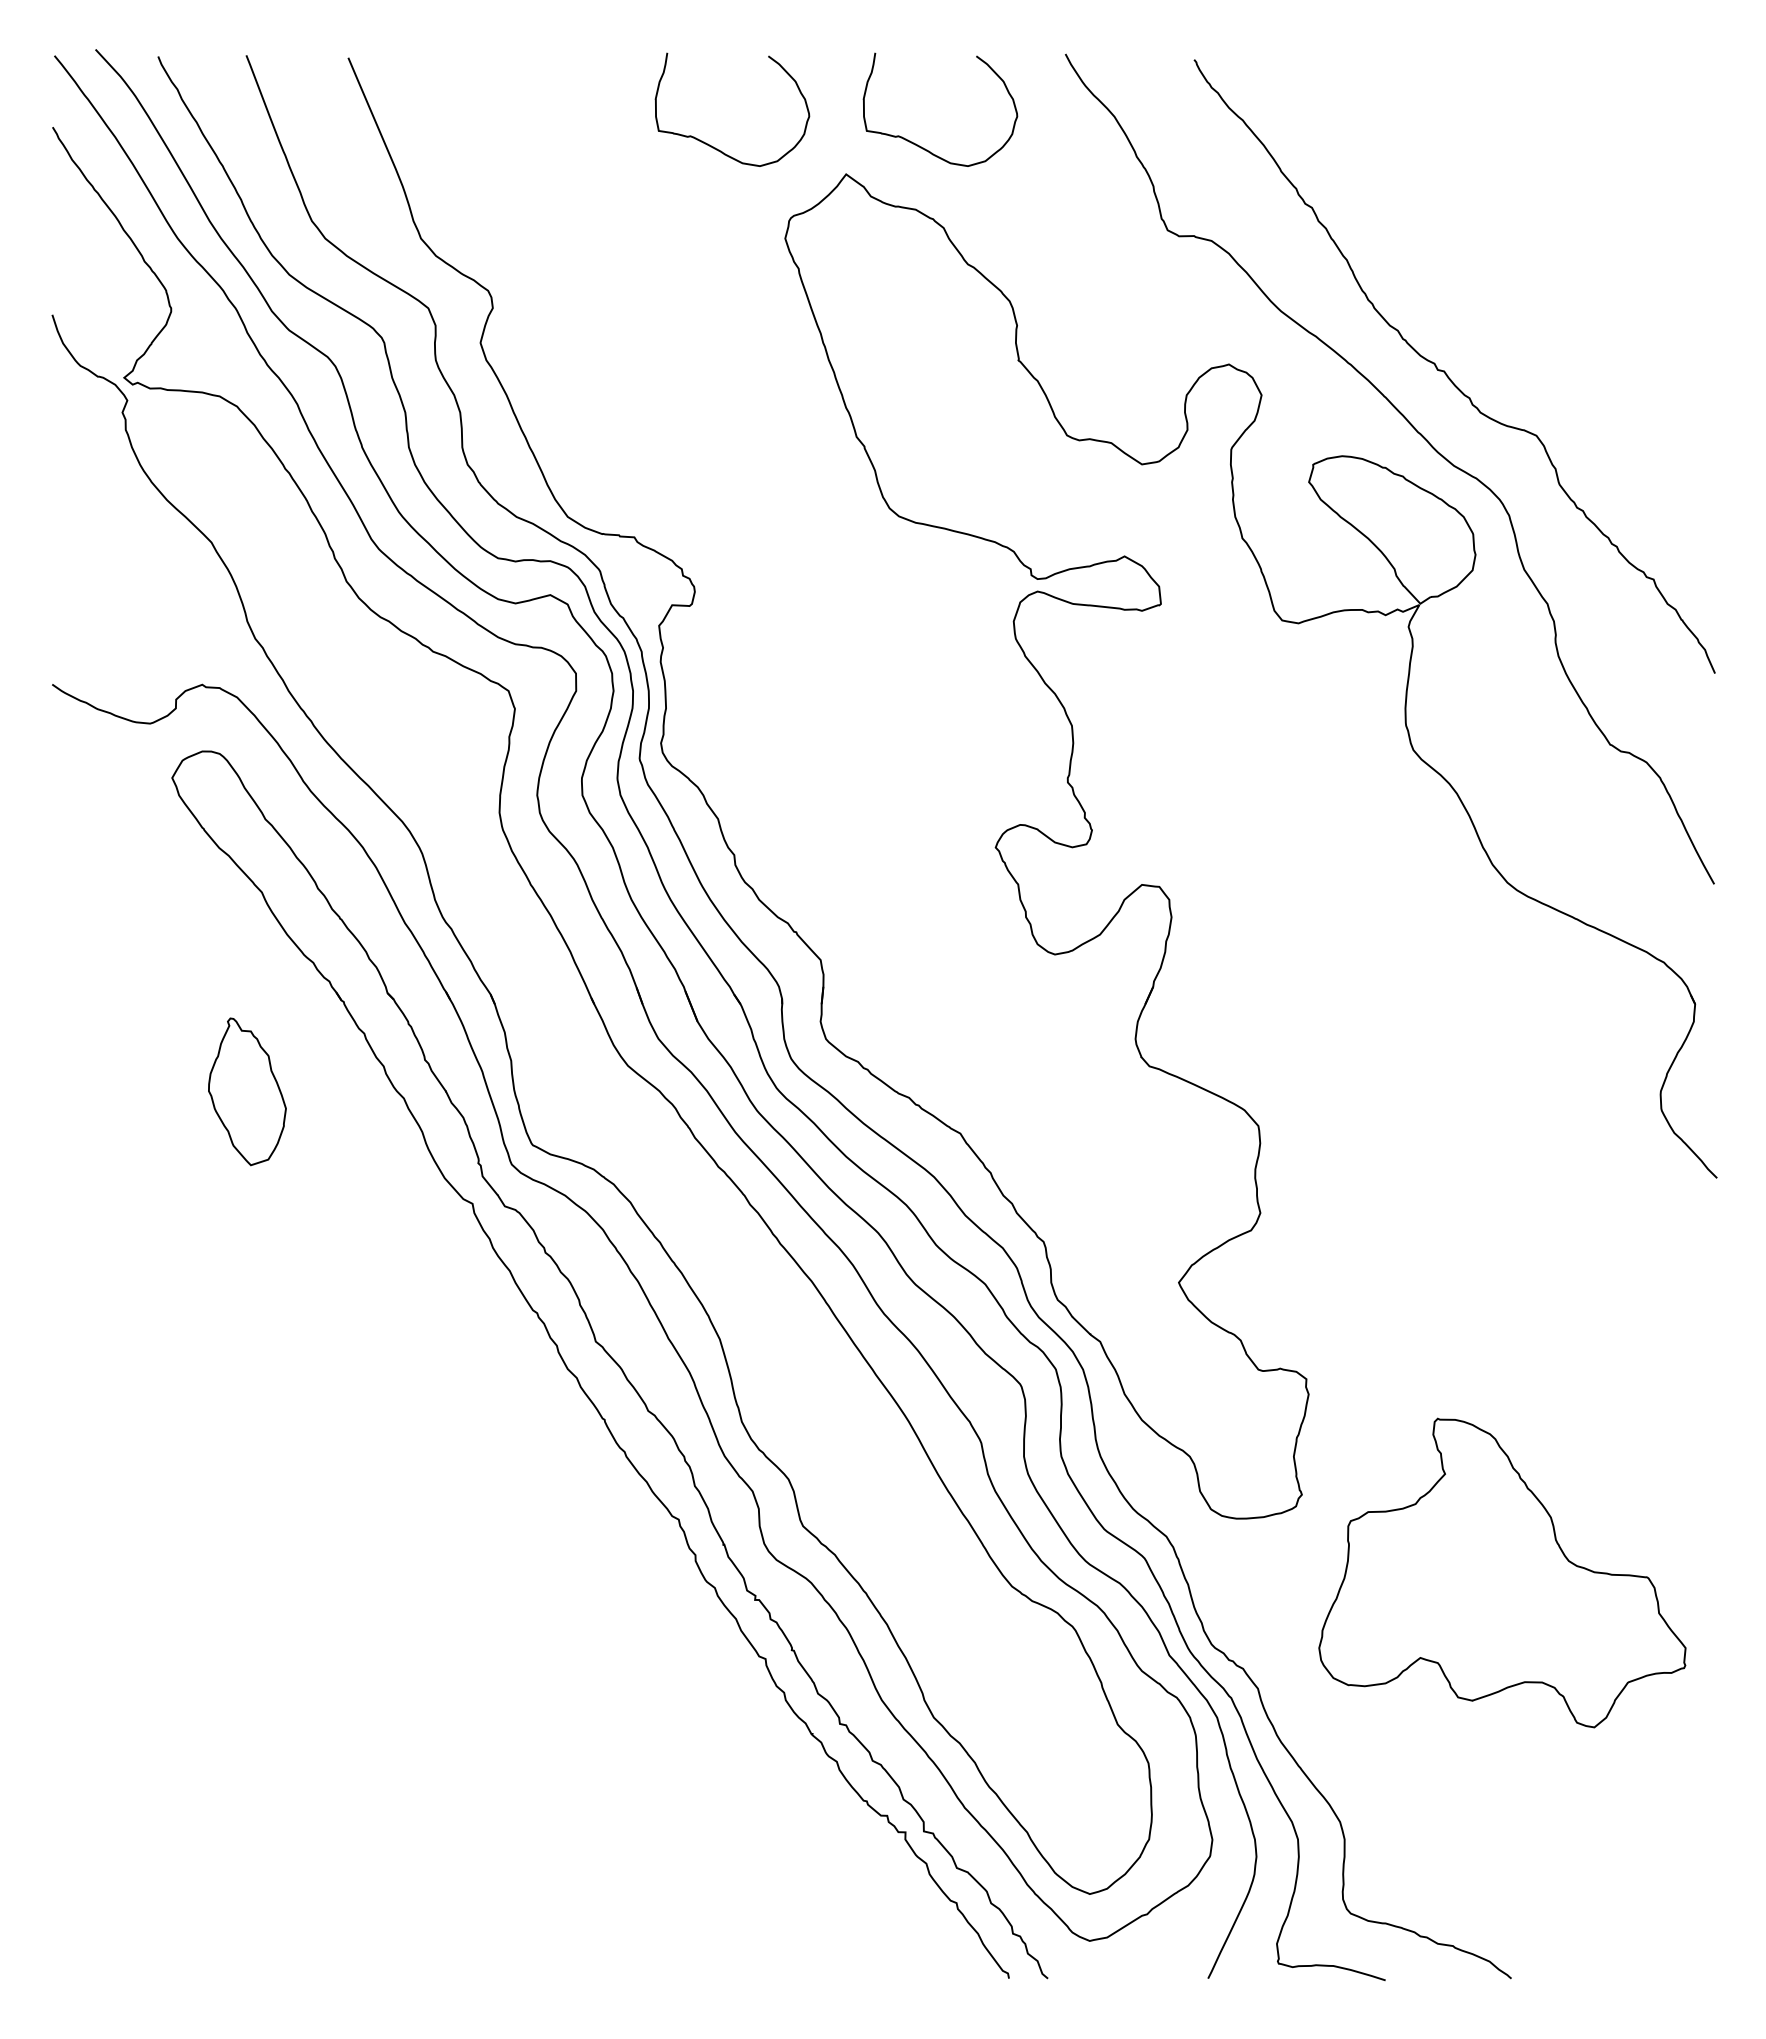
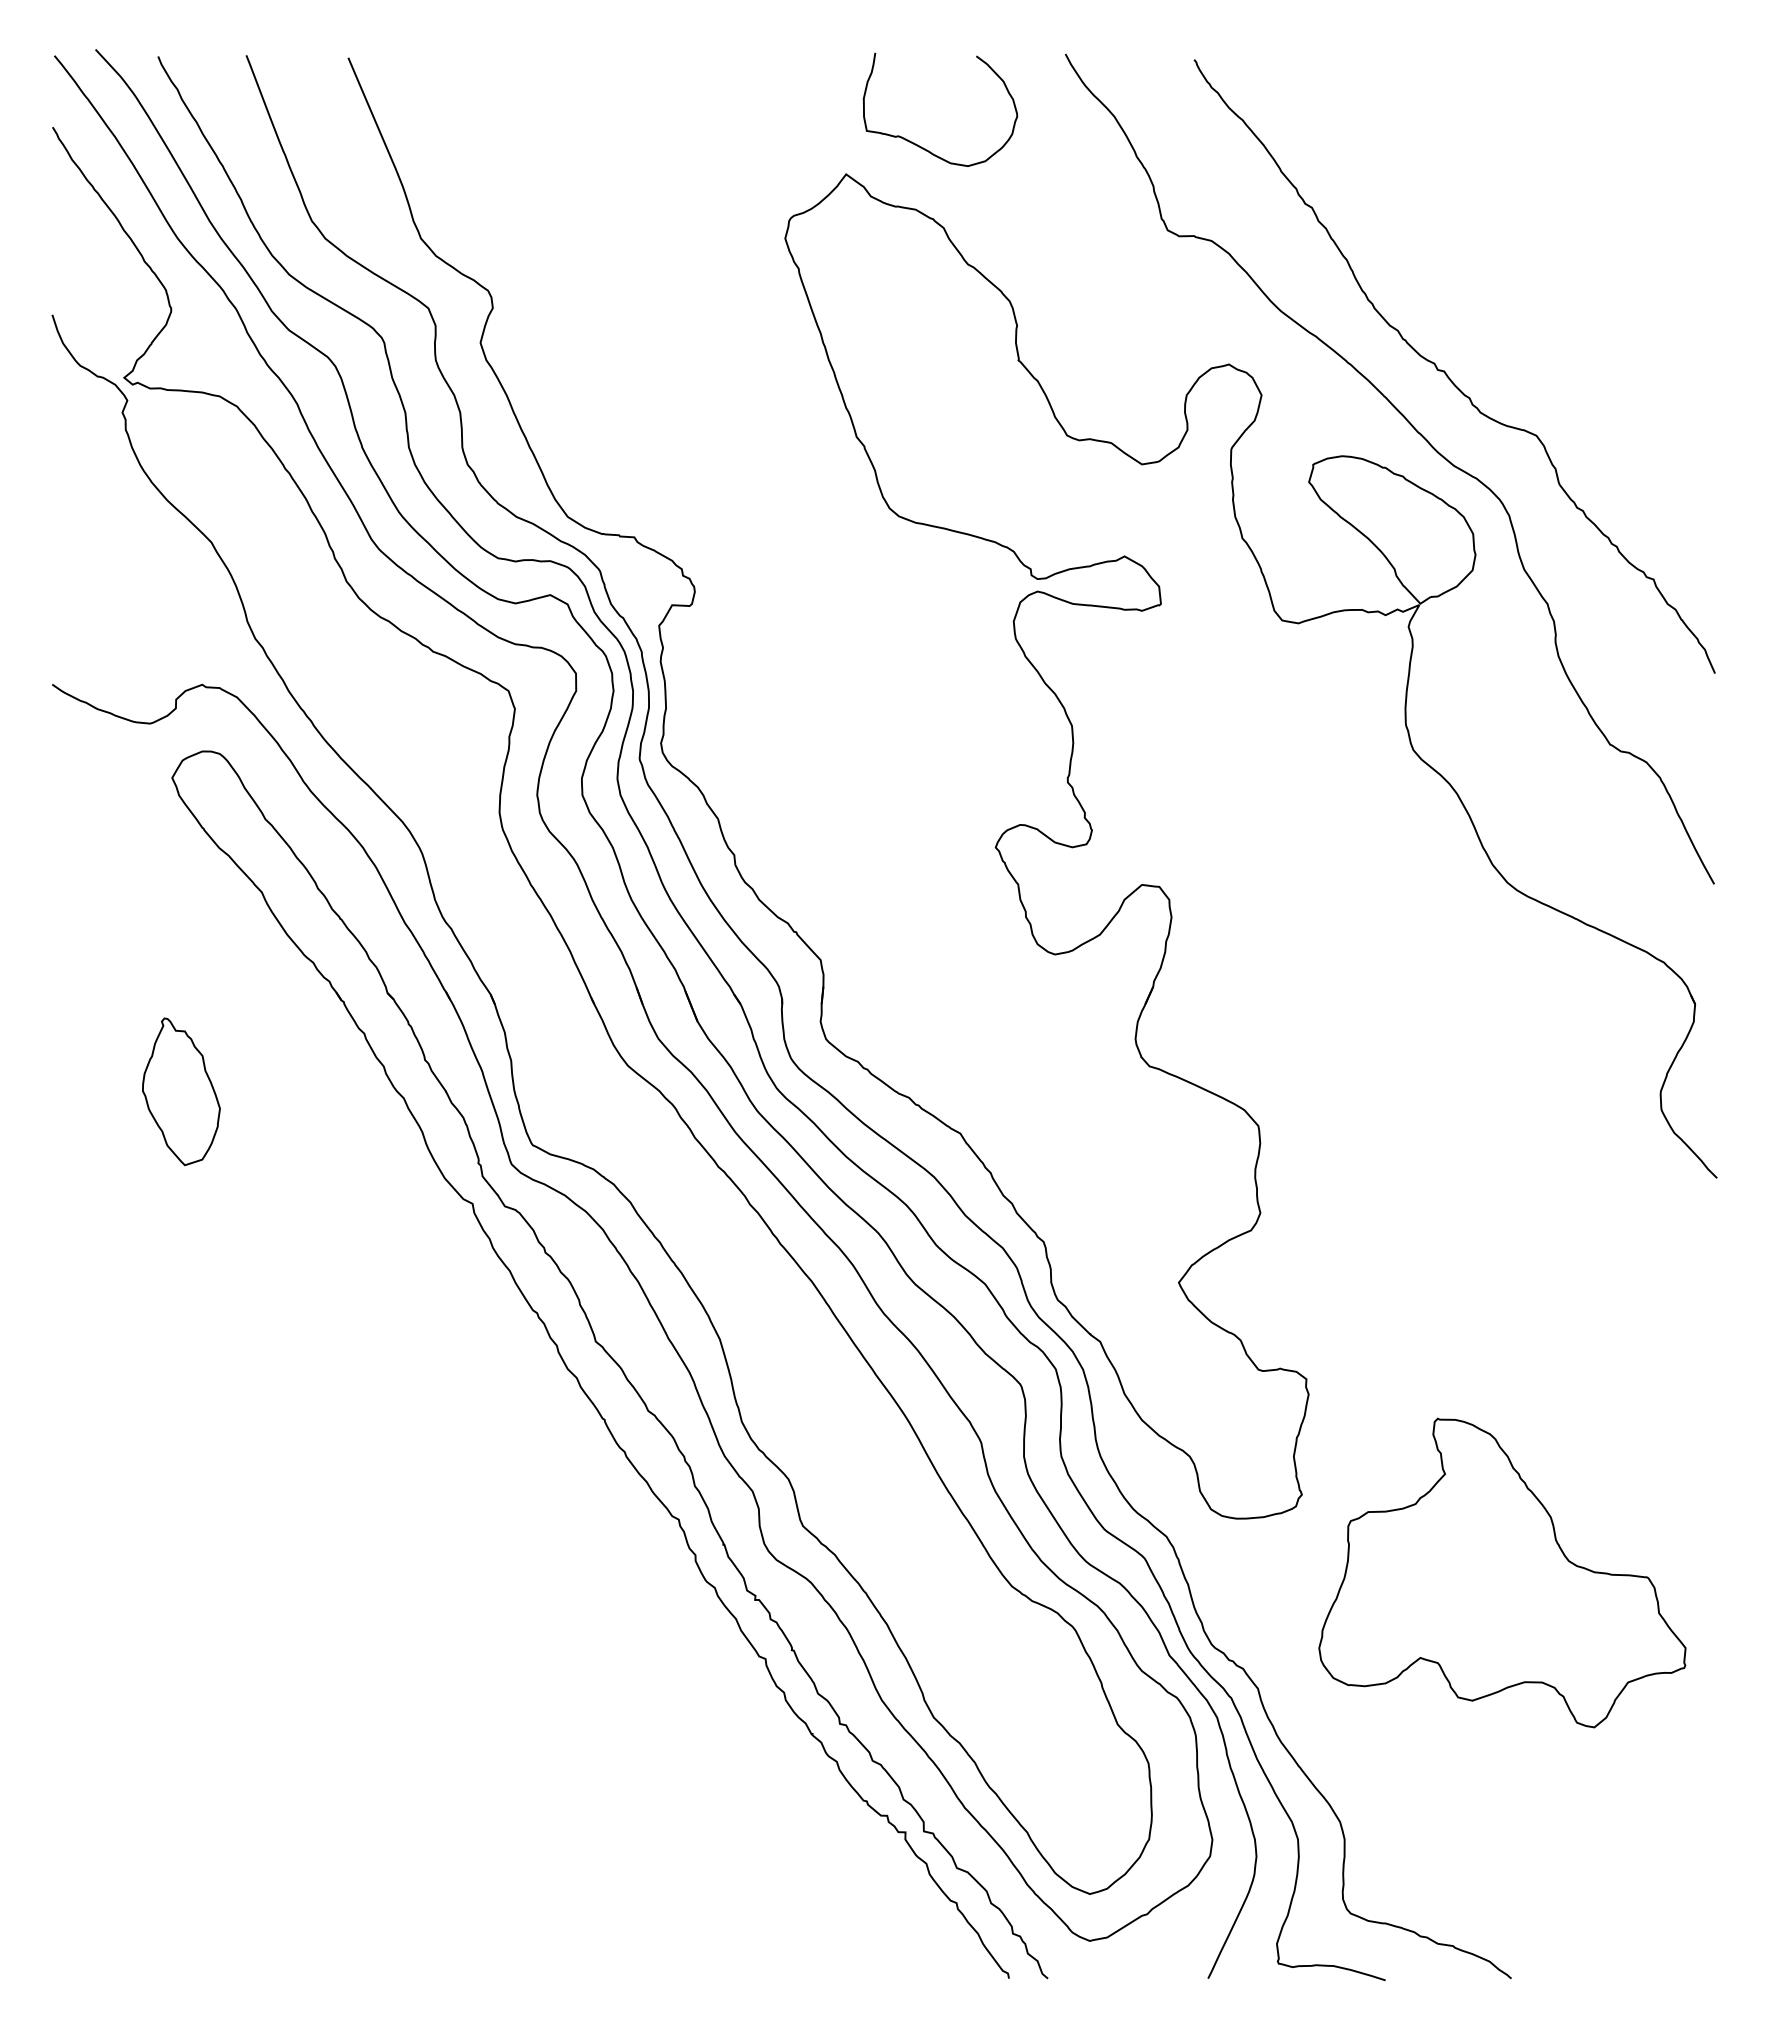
curve at (713, 146): present -> none
part at (247, 1091) position: (247, 1091) -> (181, 1091)
